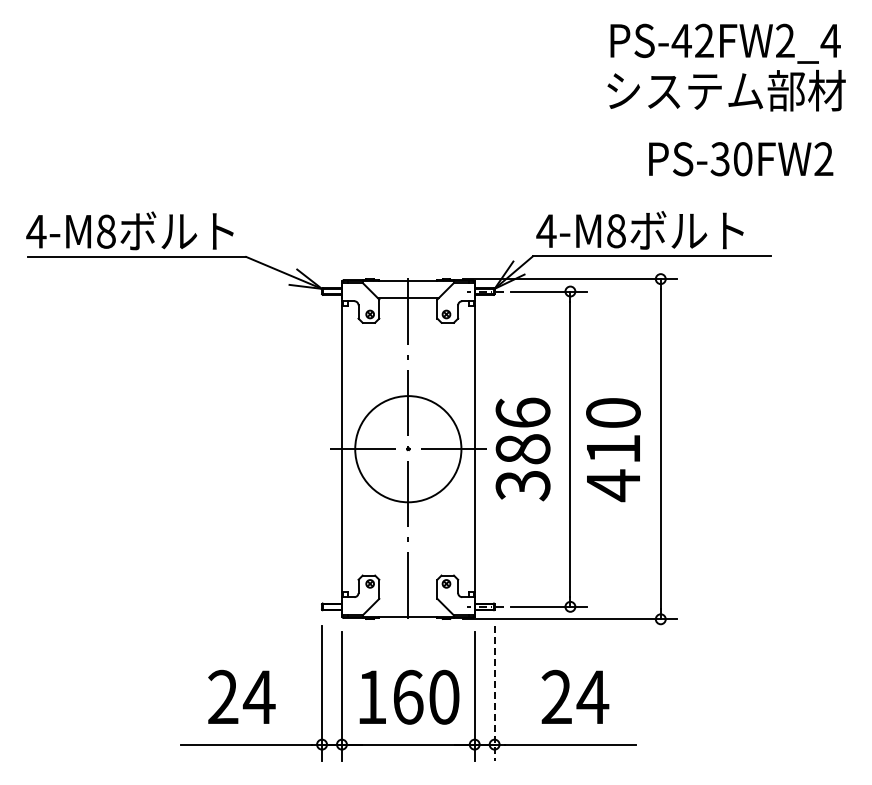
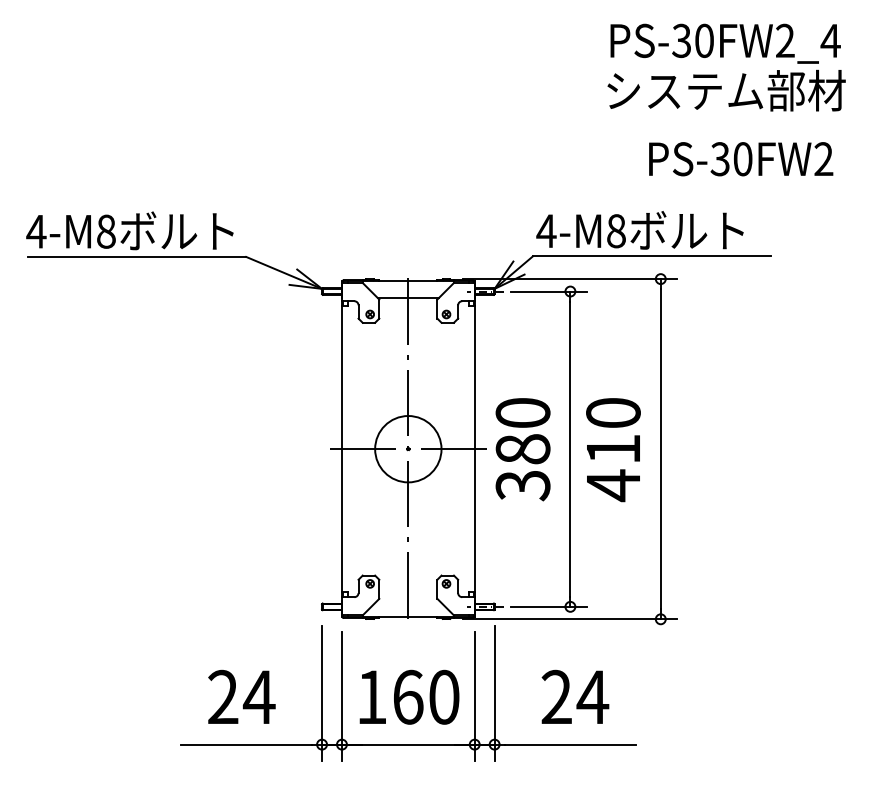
text at (692, 40): PS-42FW2_4 -> PS-30FW2_4
text at (522, 412): 386 -> 380
circle at (408, 449) diameter: 106 px -> 66 px
line at (494, 694): dashed -> solid
